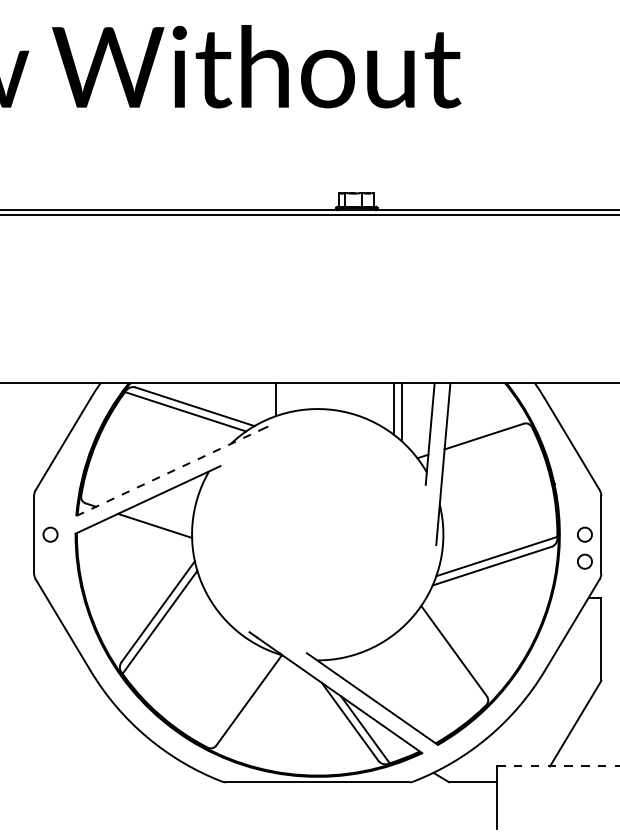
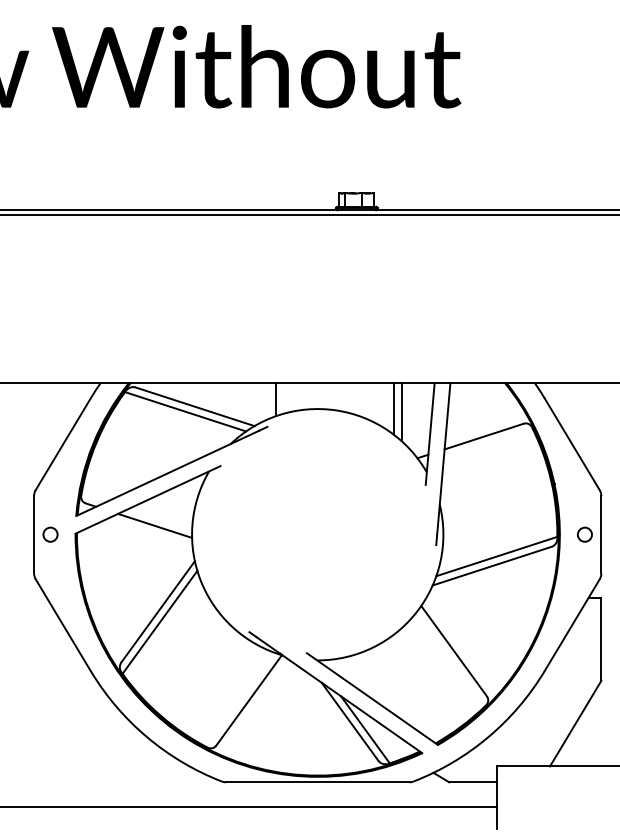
line at (168, 473): dashed -> solid
circle at (584, 561): present -> none
line at (558, 766): dashed -> solid
line at (249, 807): none -> present
